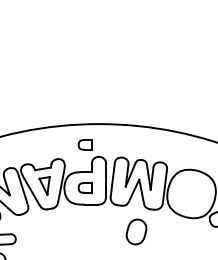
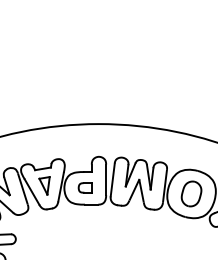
part at (84, 144): present -> none
part at (136, 231) position: (136, 231) -> (191, 193)
